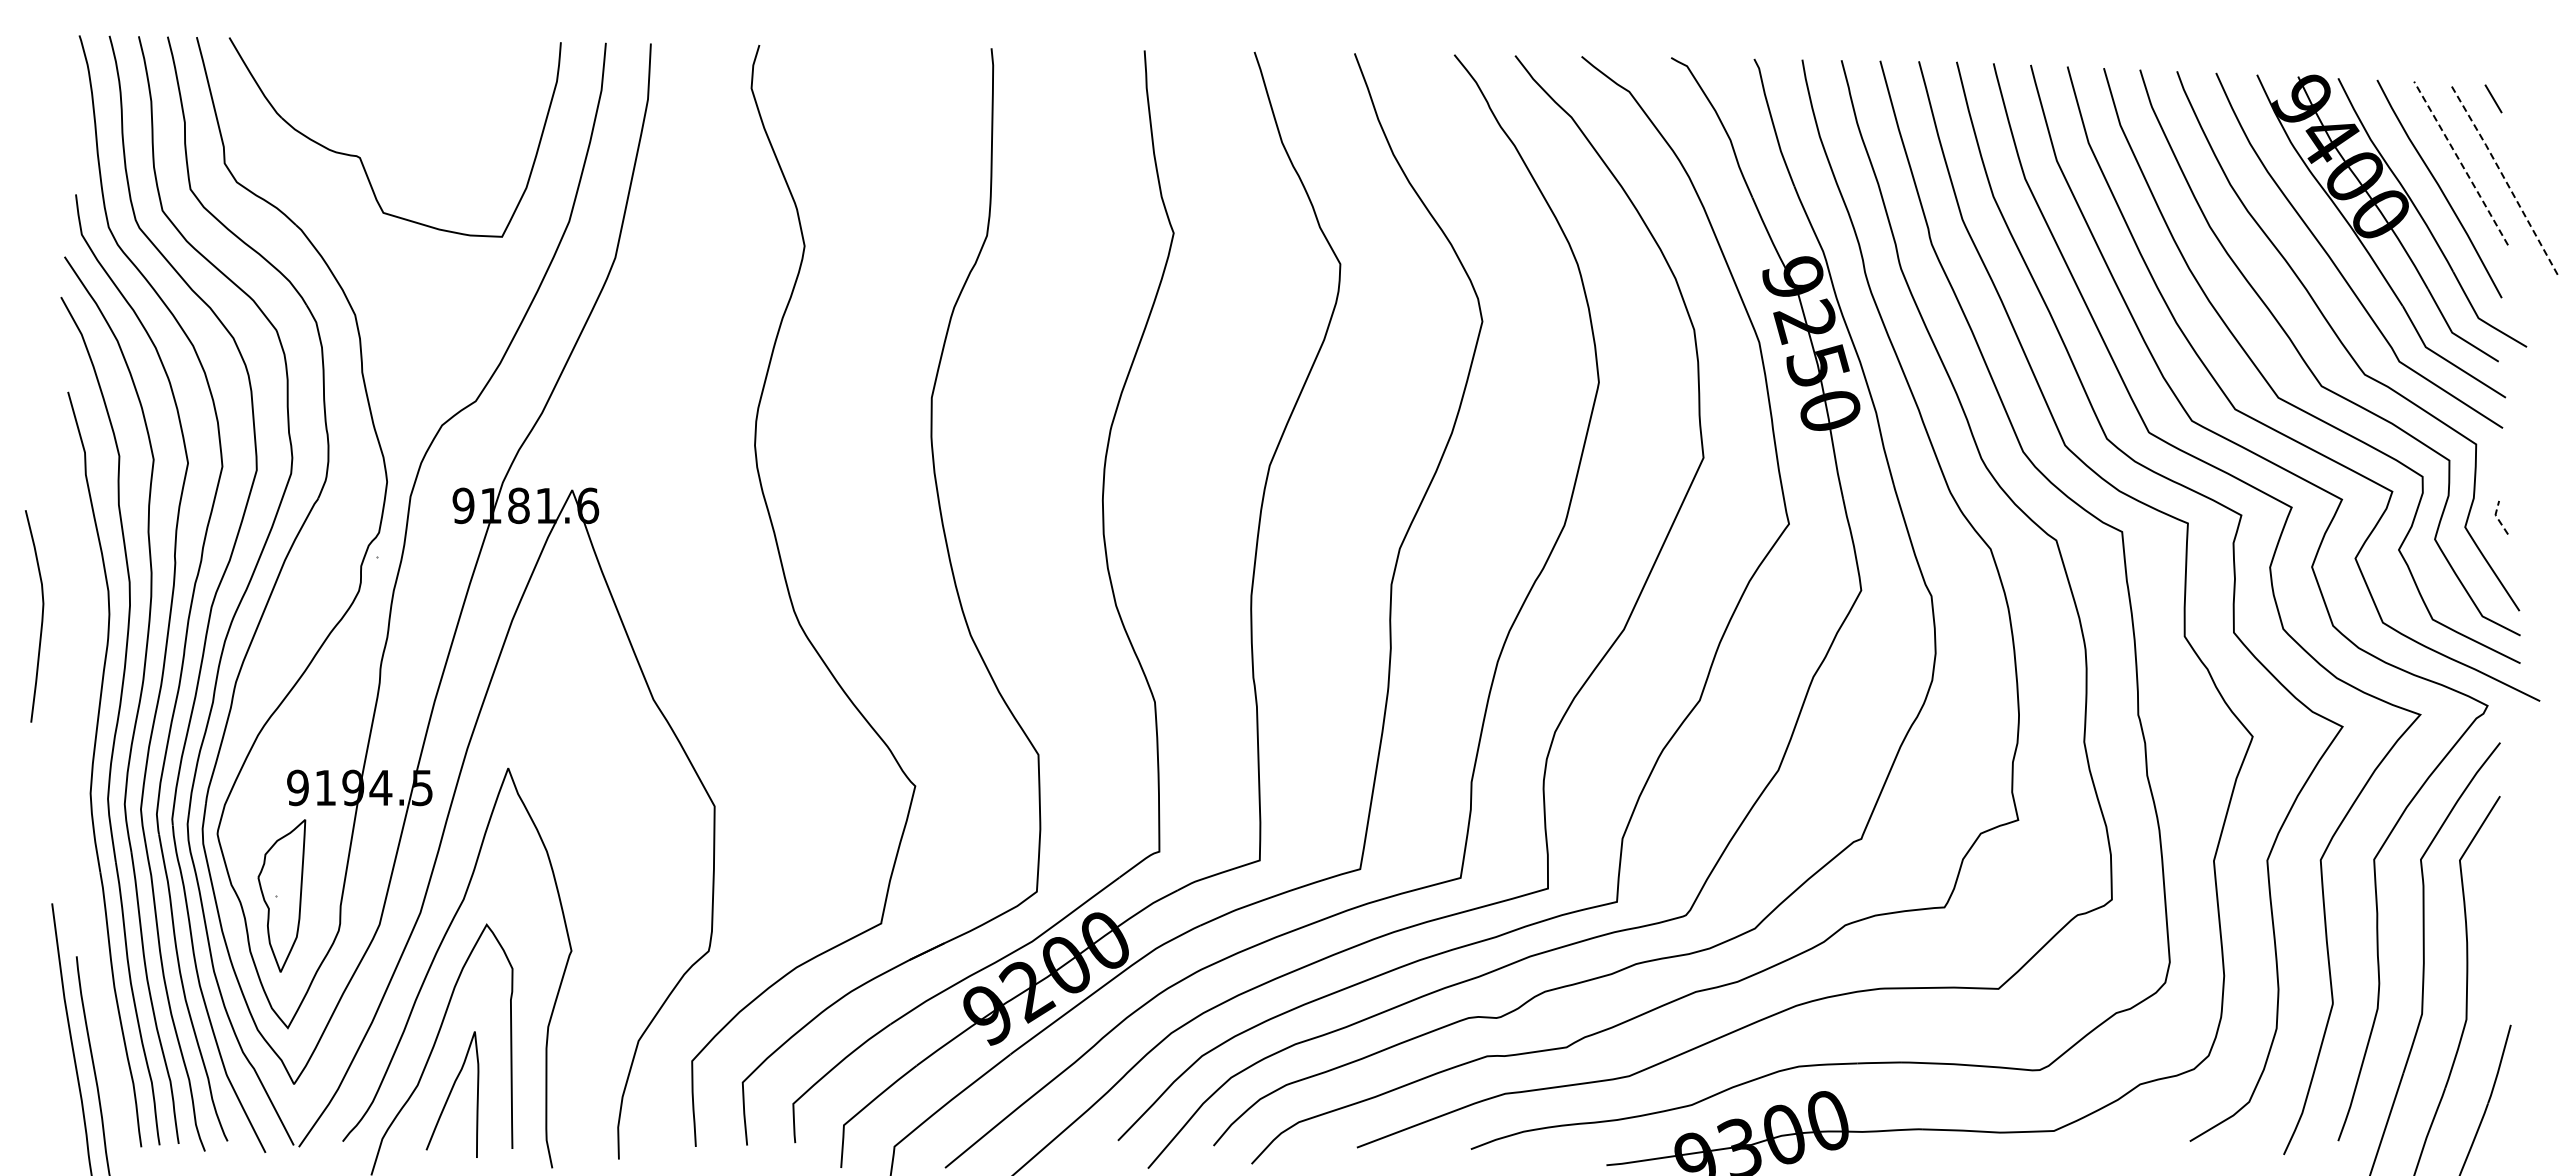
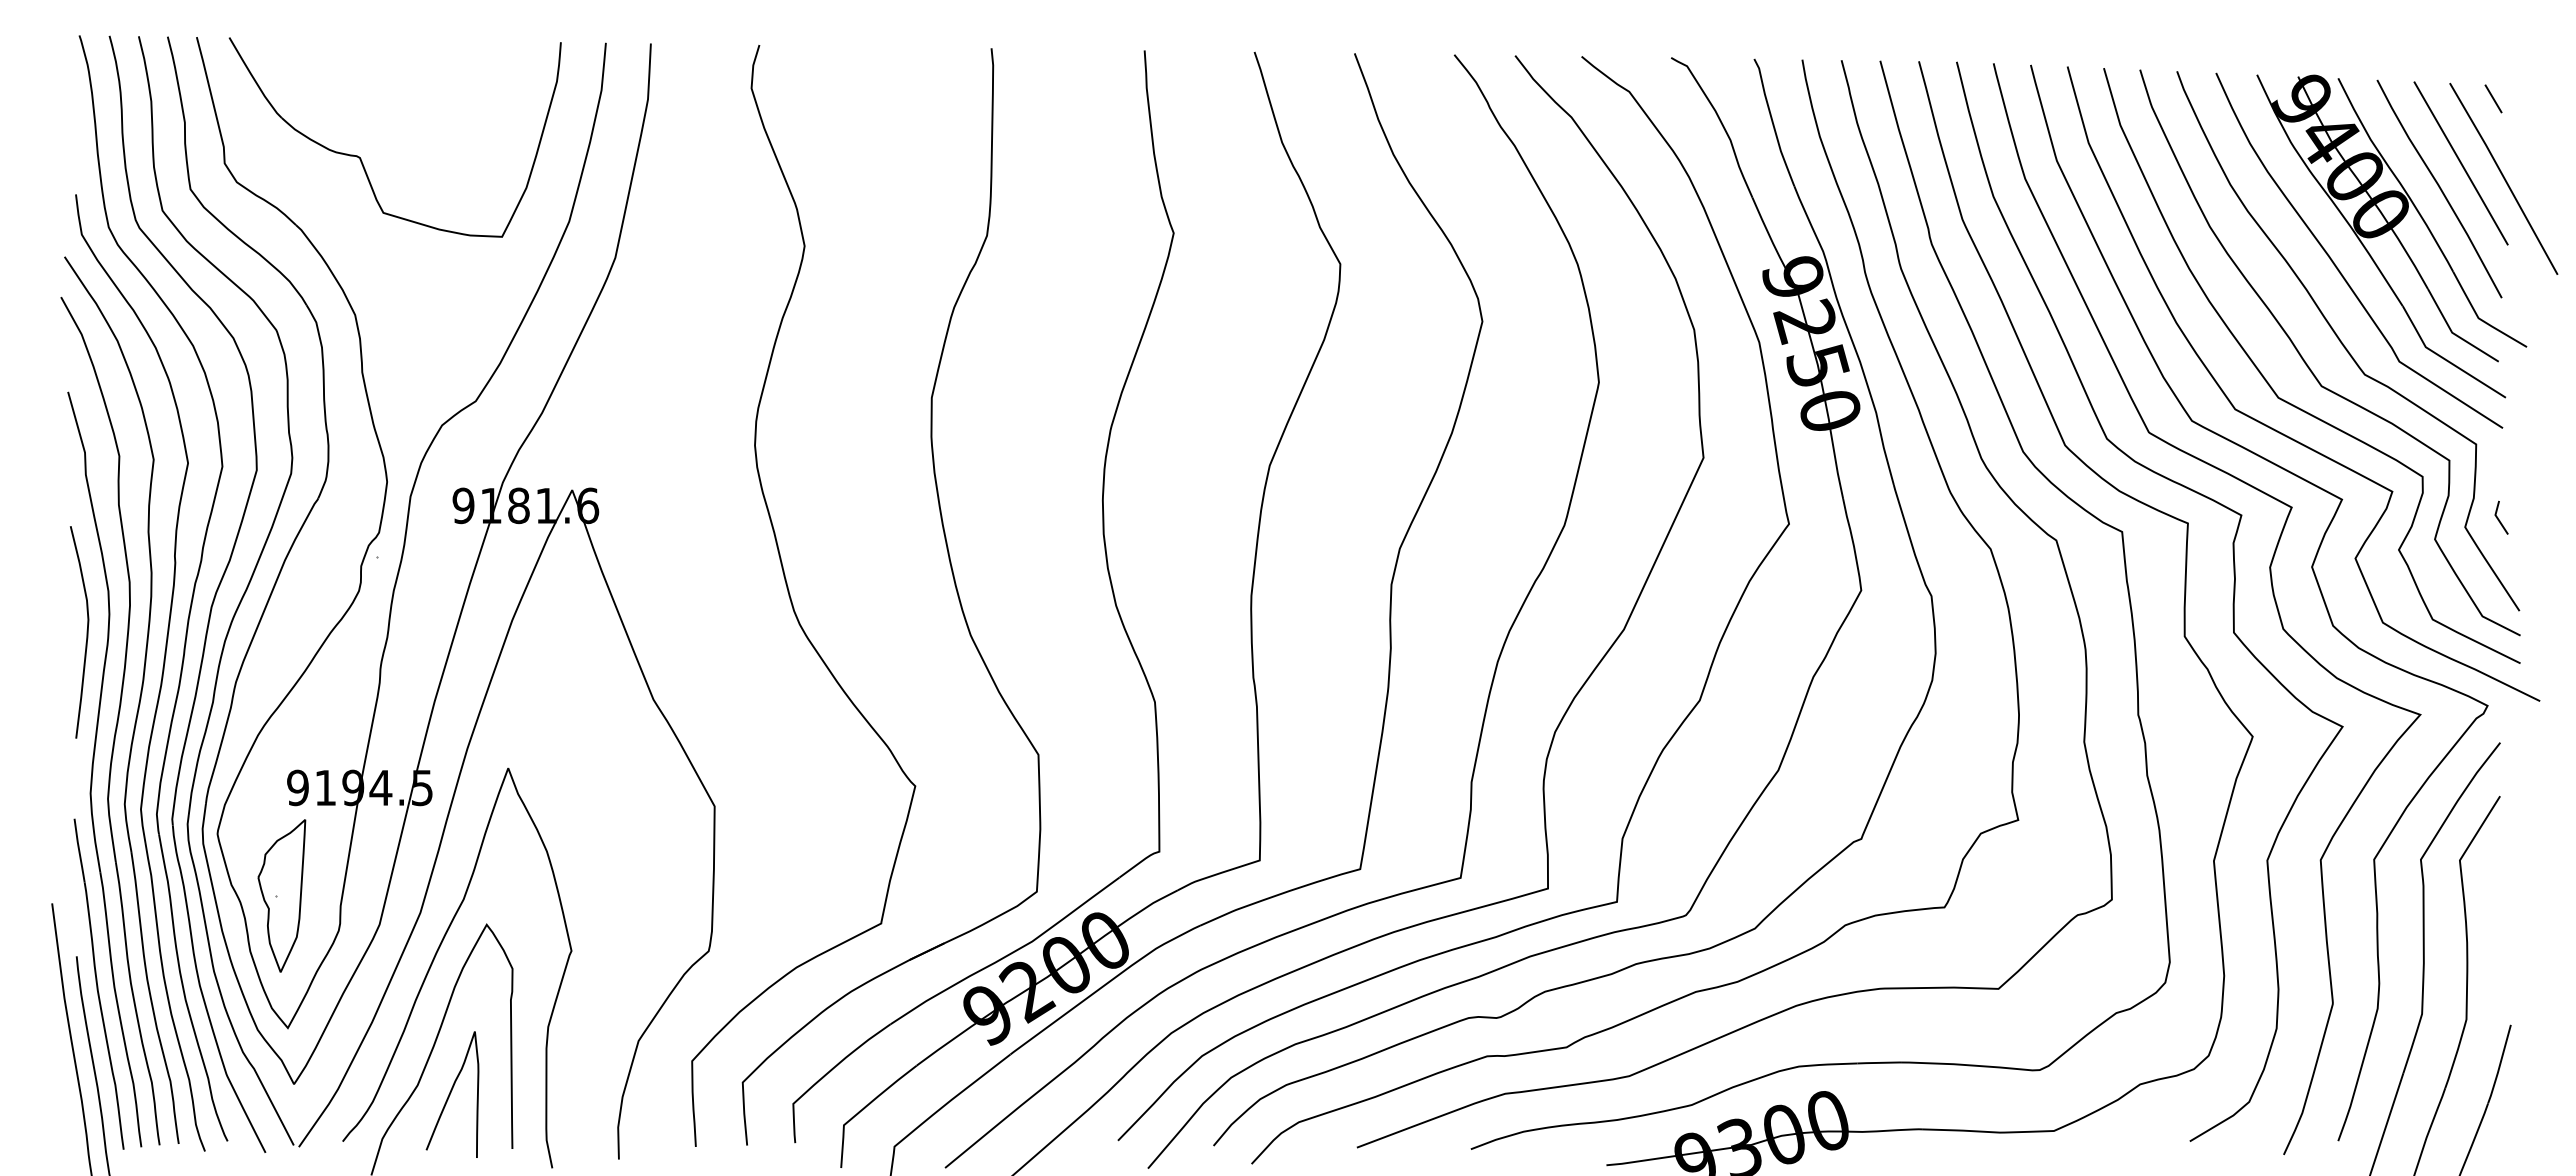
line at (2461, 163): dashed -> solid
line at (2504, 178): dashed -> solid
line at (2497, 518): dashed -> solid
curve at (41, 616) position: (41, 616) -> (86, 632)
part at (98, 983): none -> present
